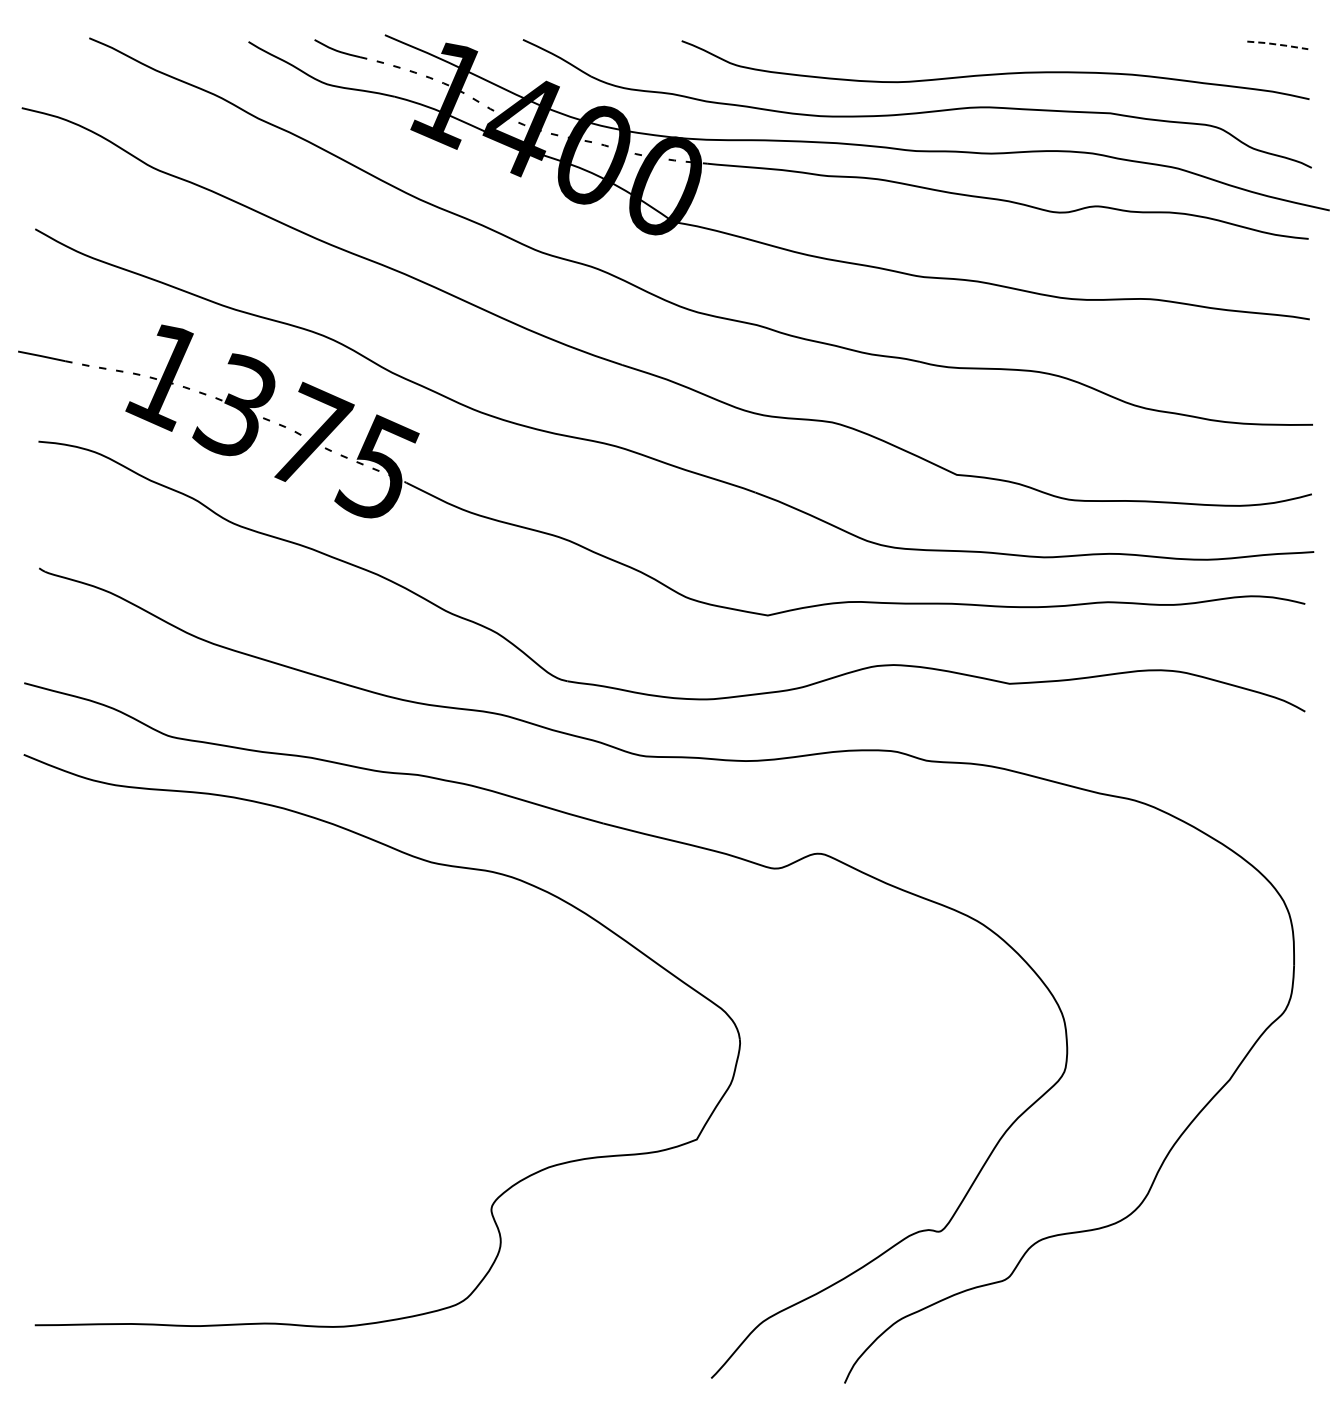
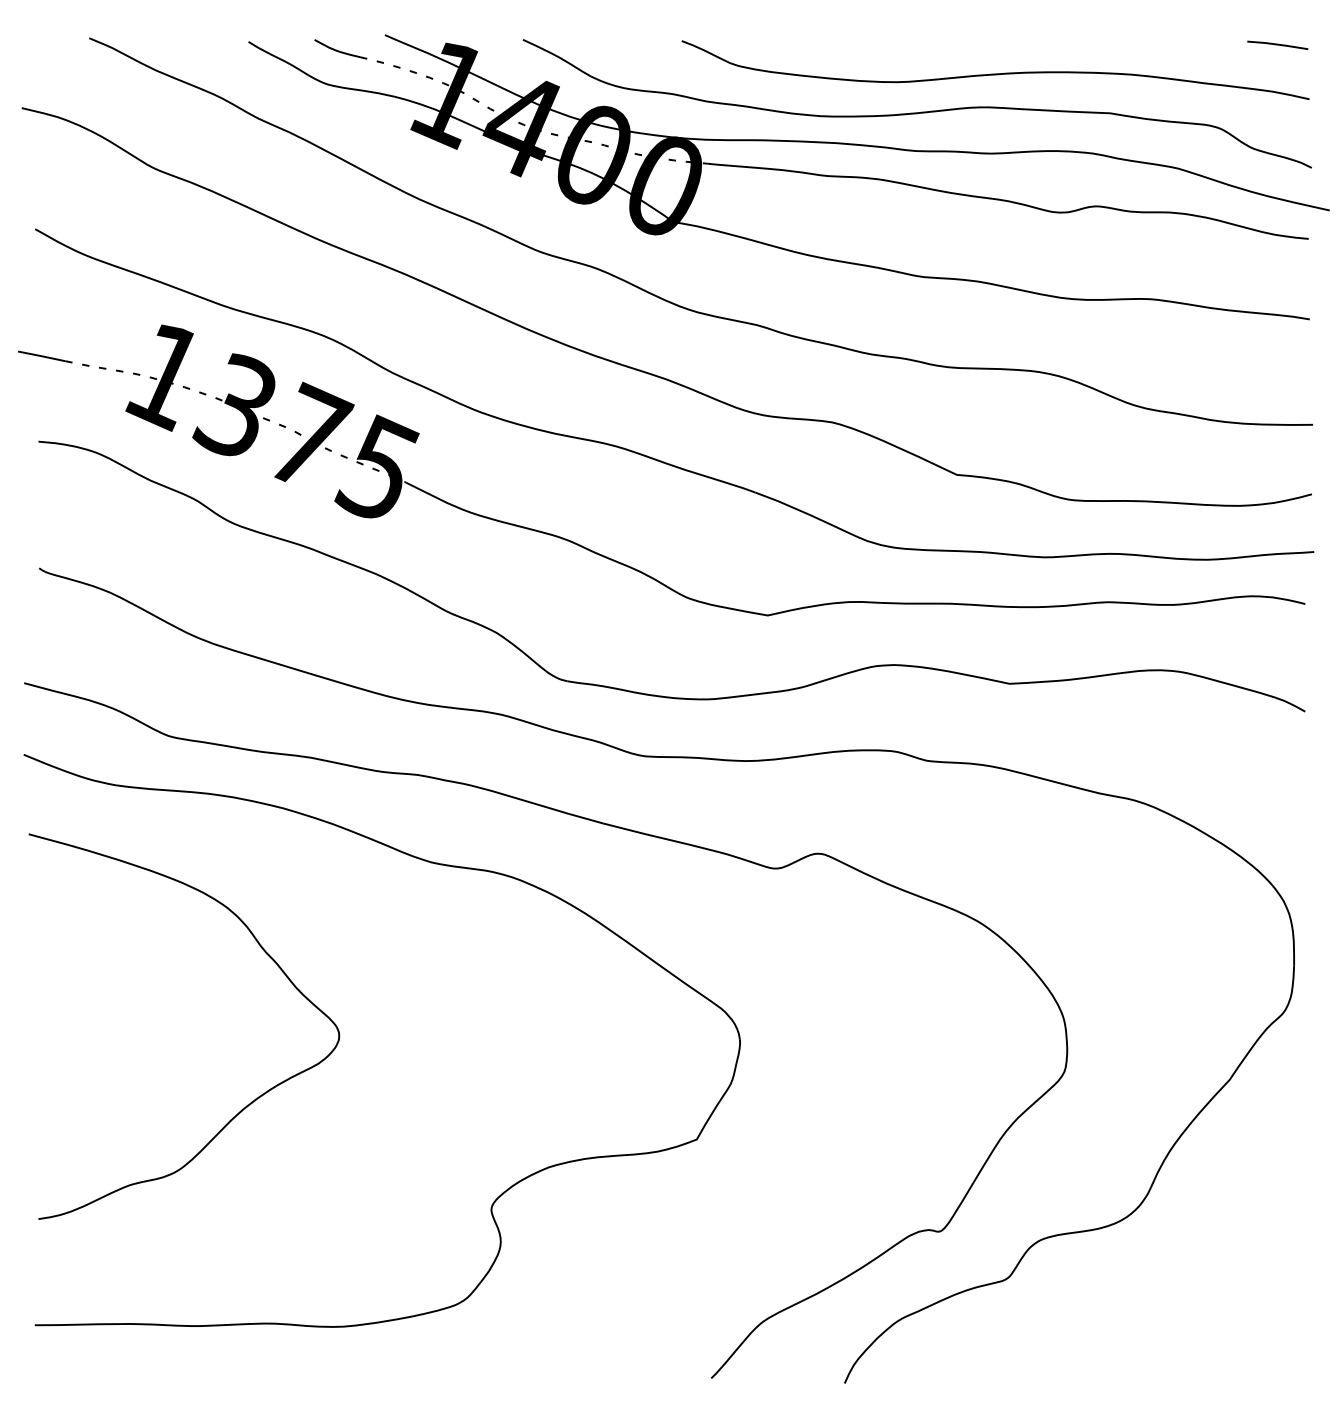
line at (1278, 44): dashed -> solid
curve at (247, 1104): none -> present
